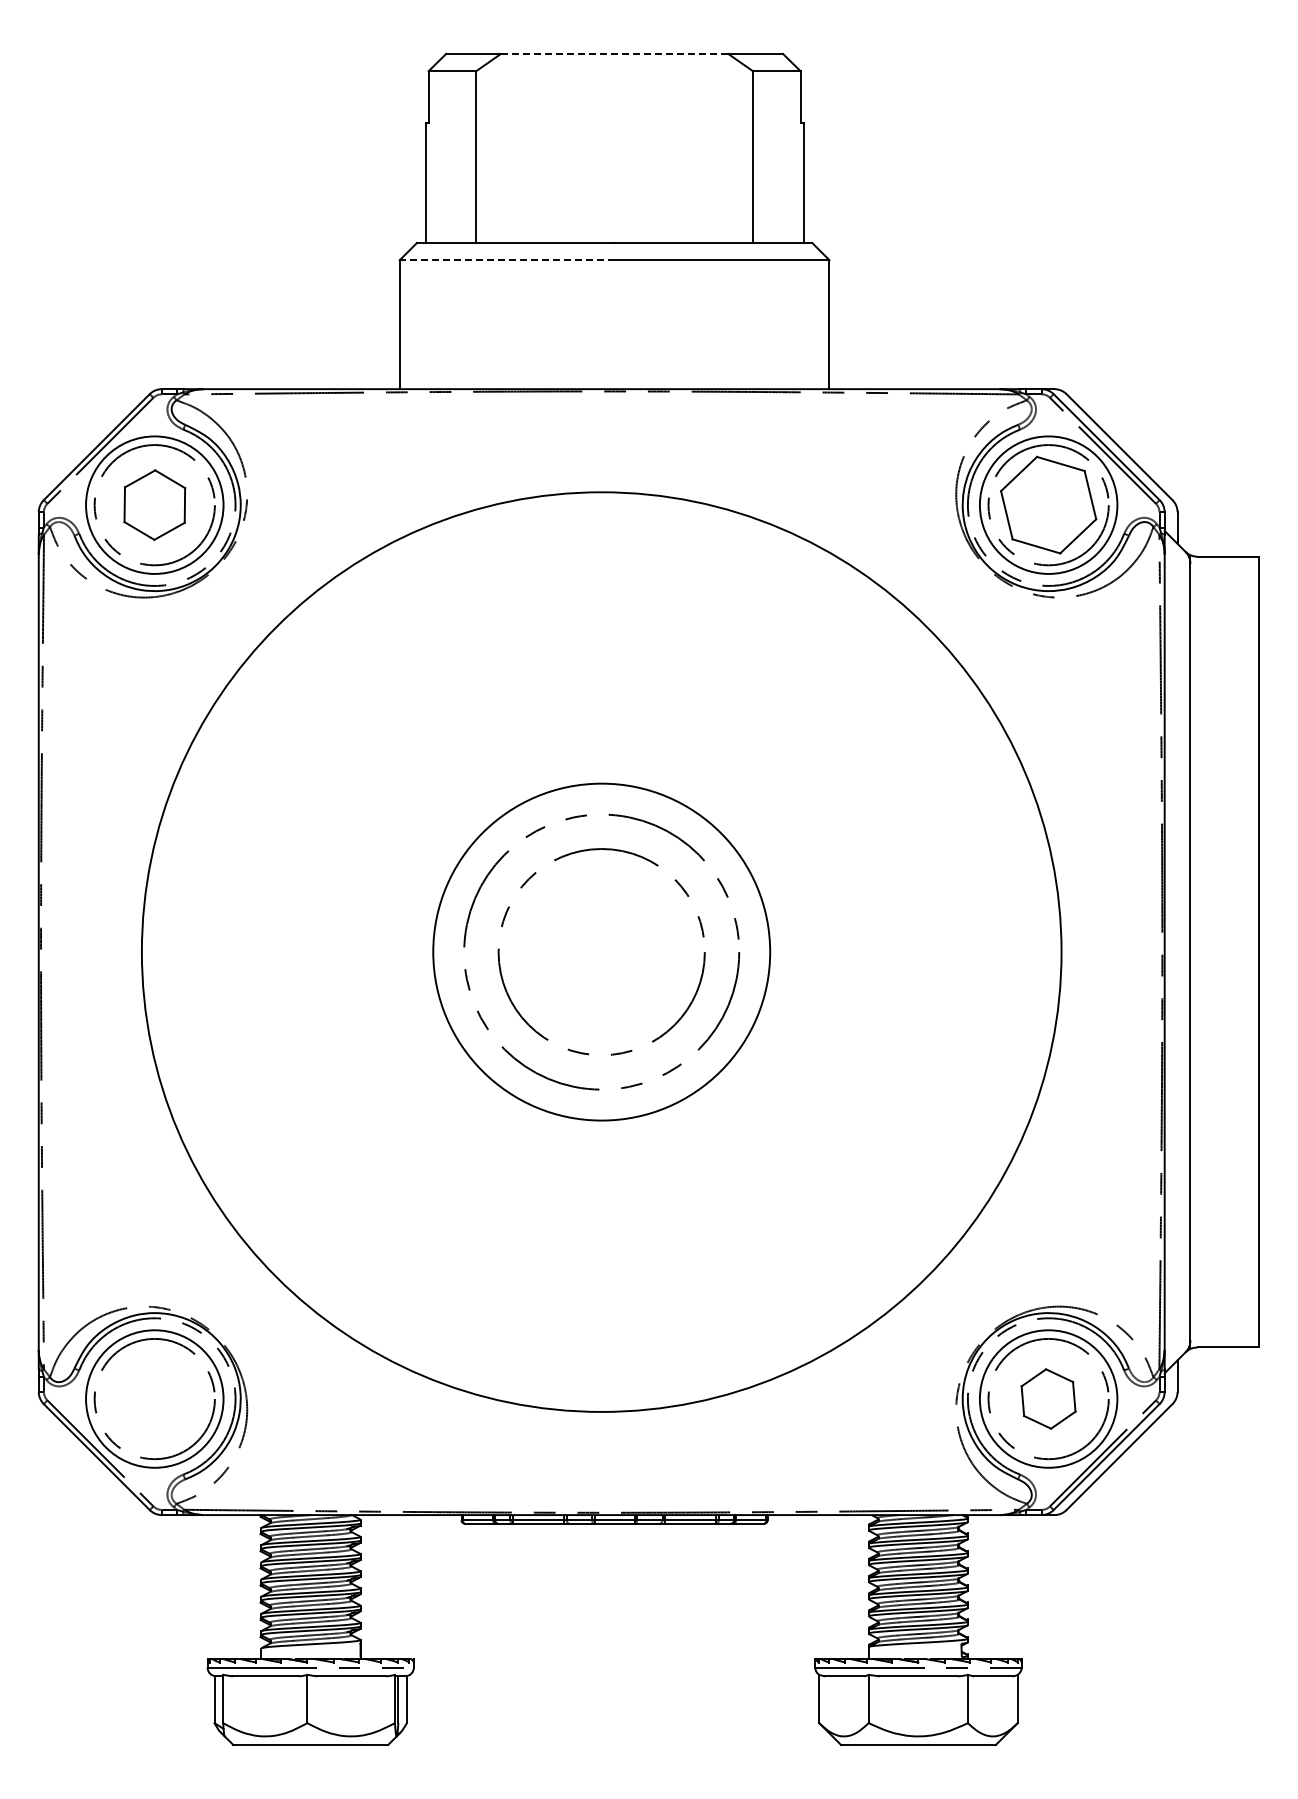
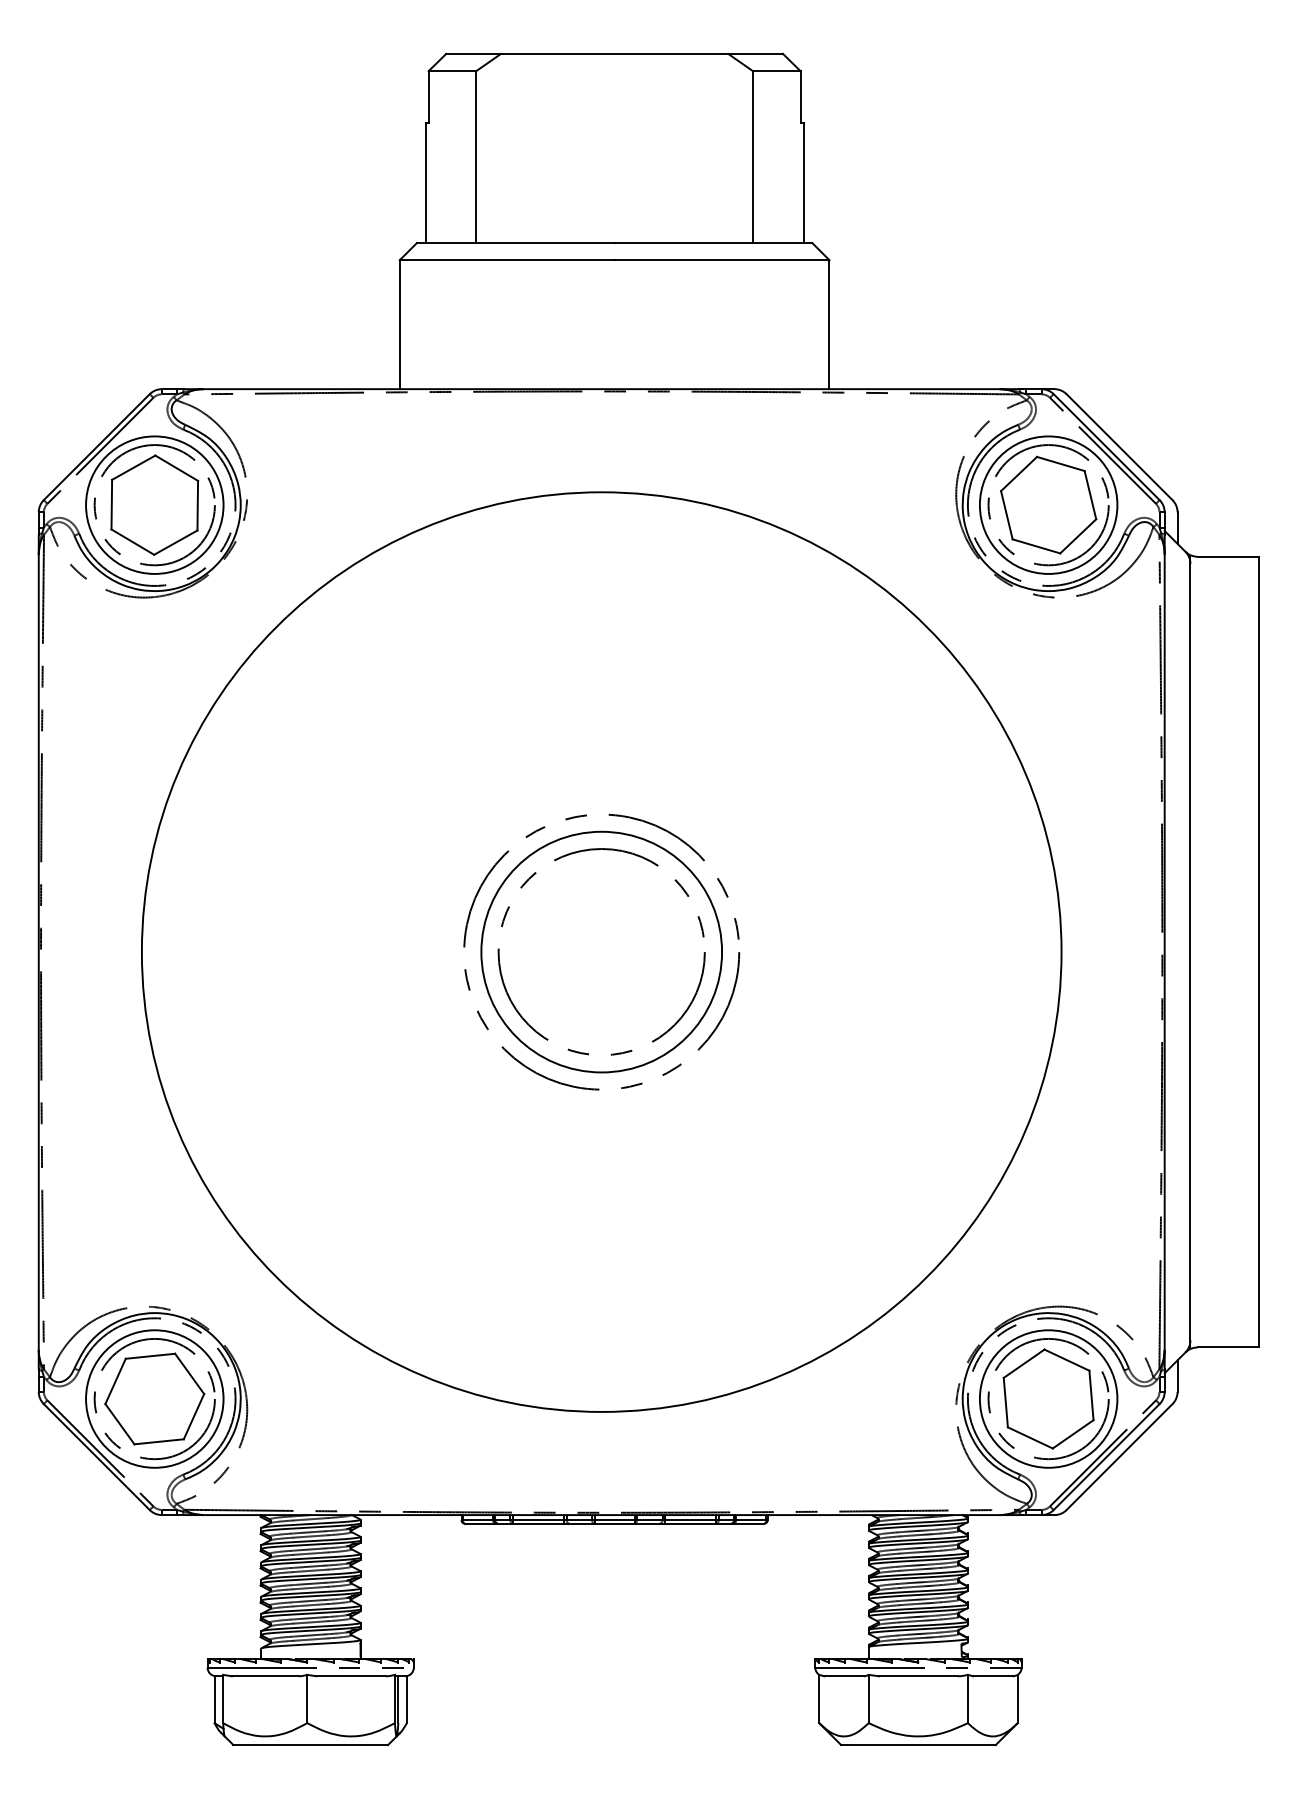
line at (614, 53): dashed -> solid
line at (506, 260): dashed -> solid
part at (154, 504) size: 64x72 px -> 90x102 px
circle at (601, 951) diameter: 337 px -> 241 px
part at (154, 1398): none -> present
part at (1048, 1398) size: 57x62 px -> 93x102 px
